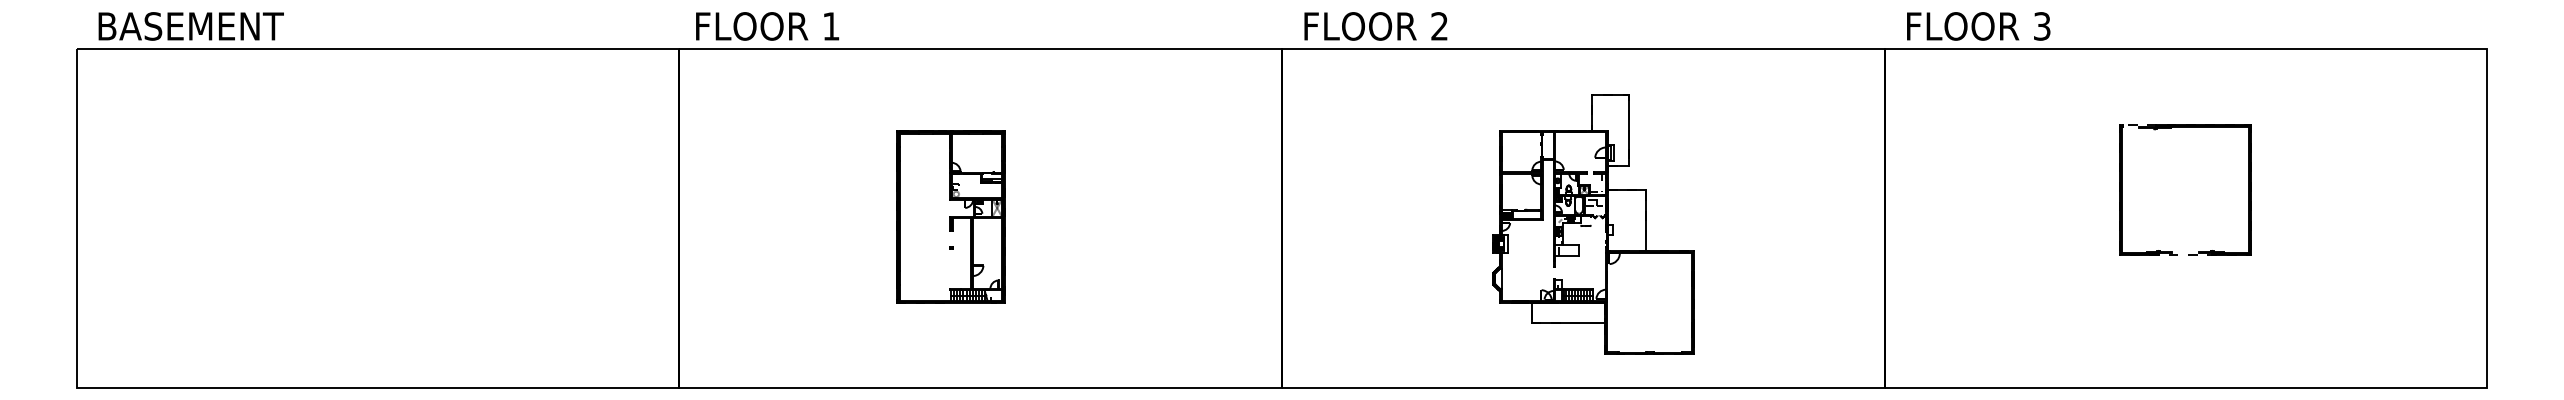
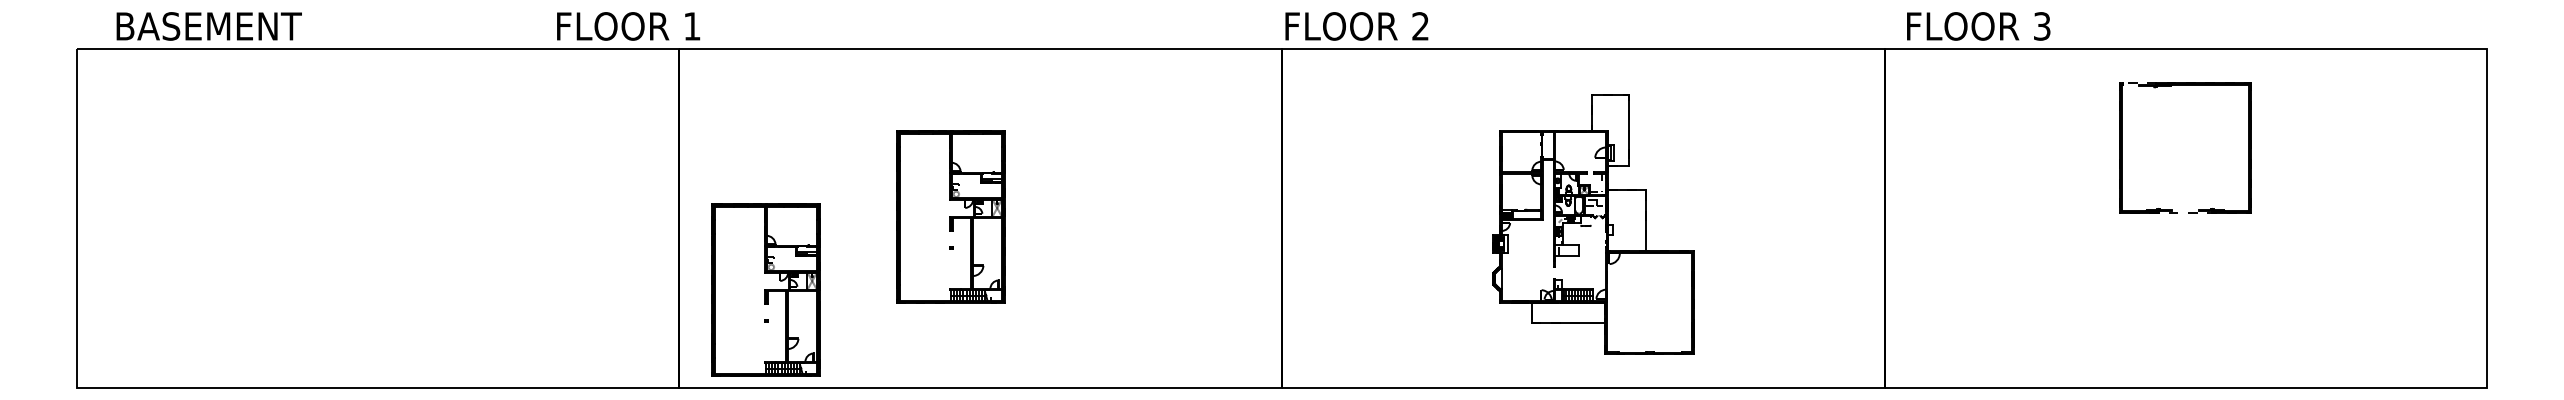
text at (190, 26) position: (190, 26) -> (208, 26)
text at (767, 26) position: (767, 26) -> (628, 26)
text at (1375, 26) position: (1375, 26) -> (1356, 26)
part at (2185, 127) position: (2185, 127) -> (2185, 85)
part at (765, 289): none -> present
